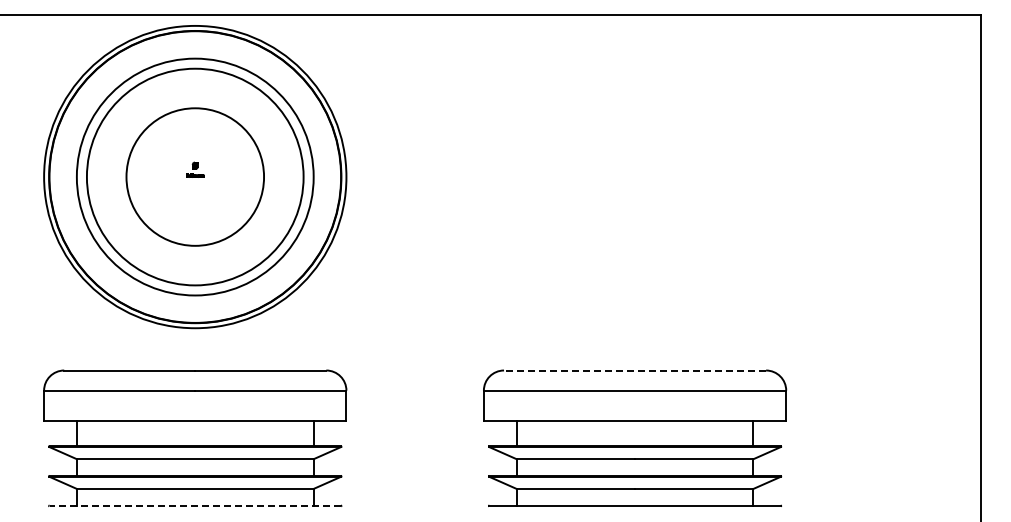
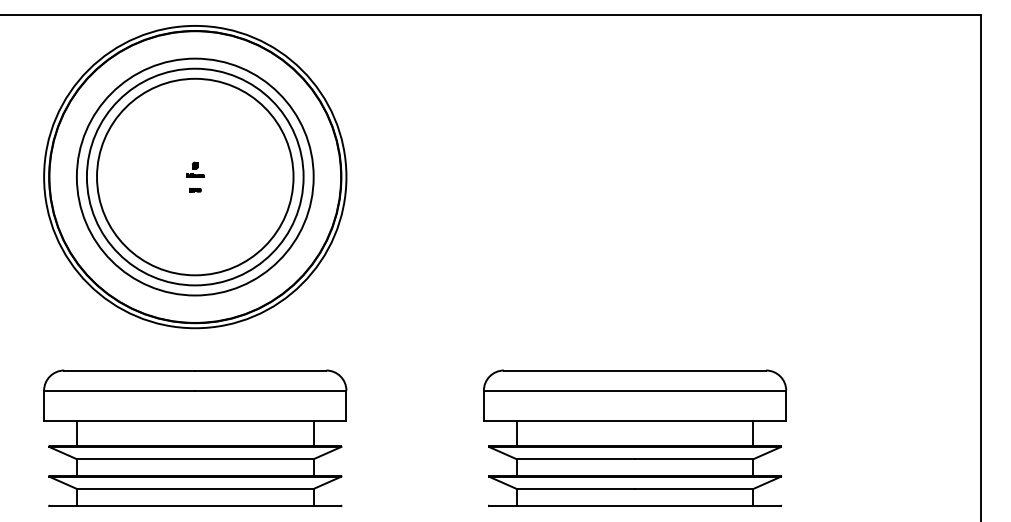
circle at (195, 176) diameter: 138 px -> 197 px
part at (195, 189): none -> present
line at (634, 370): dashed -> solid
line at (195, 505): dashed -> solid
